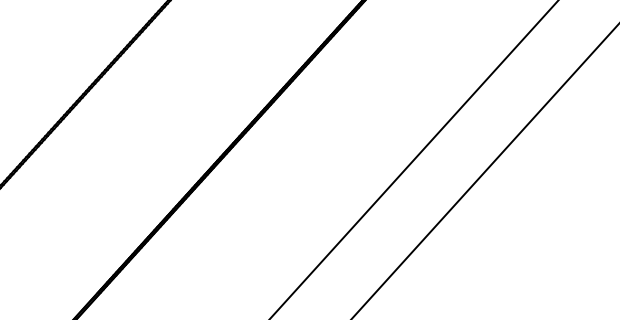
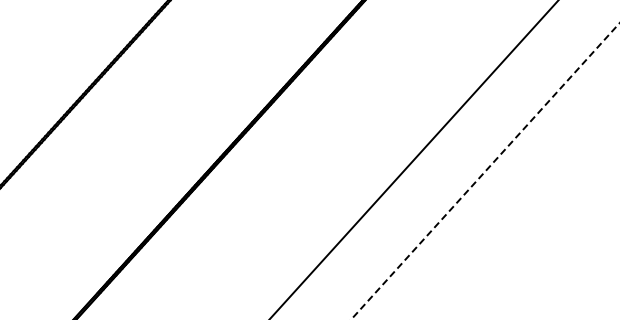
line at (485, 171): solid -> dashed
